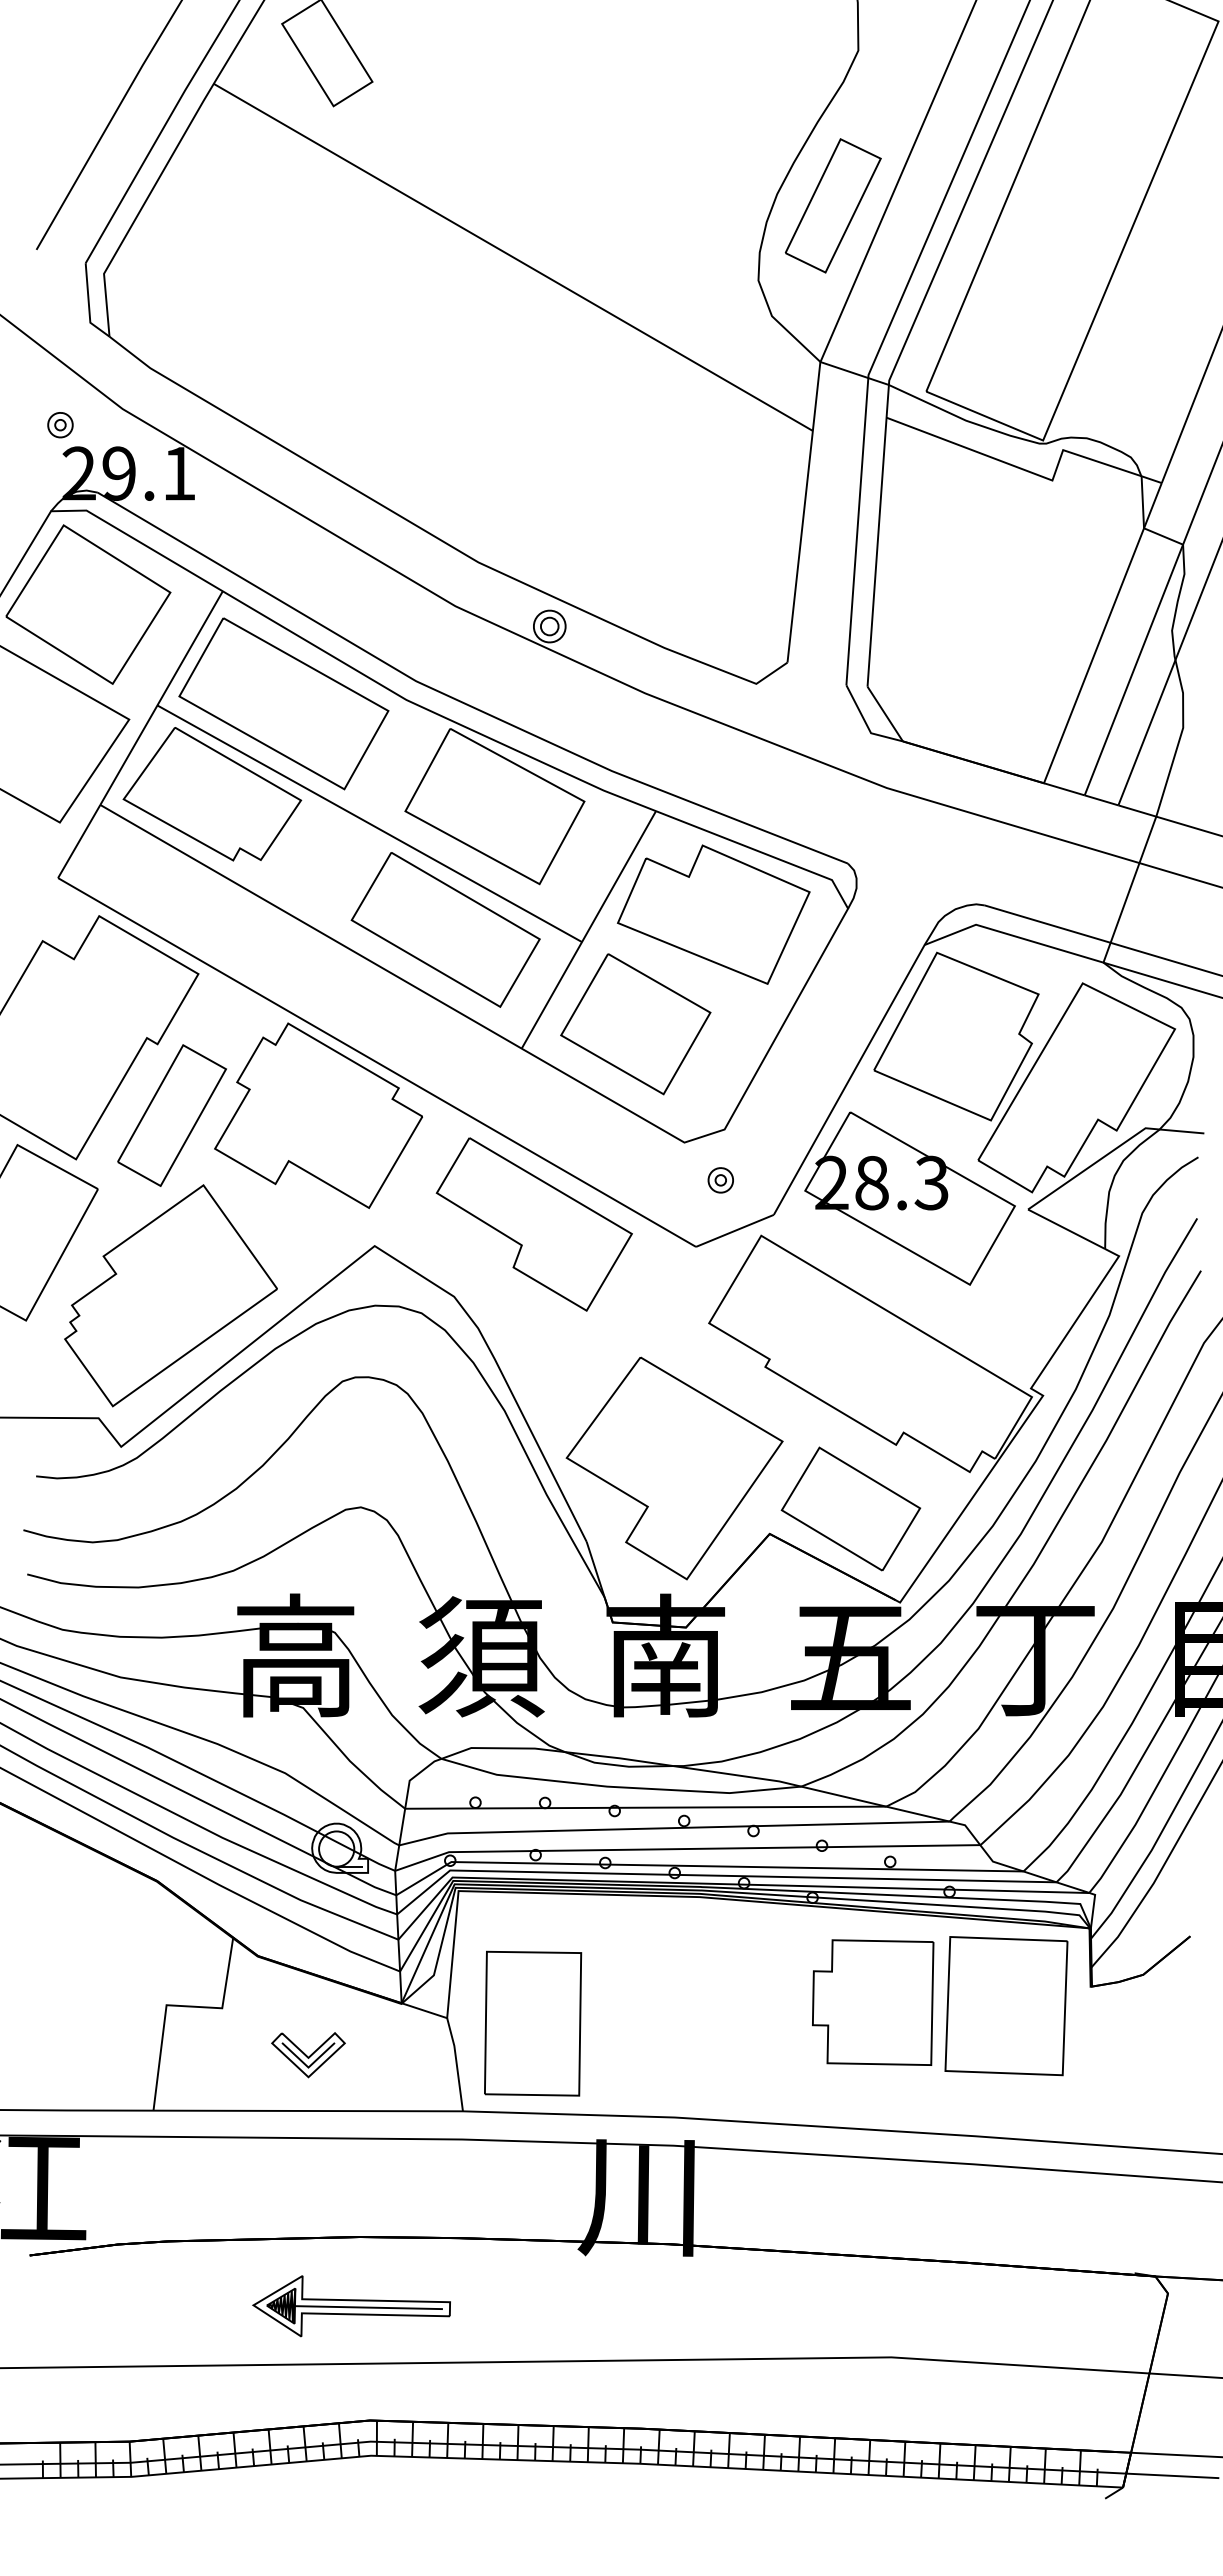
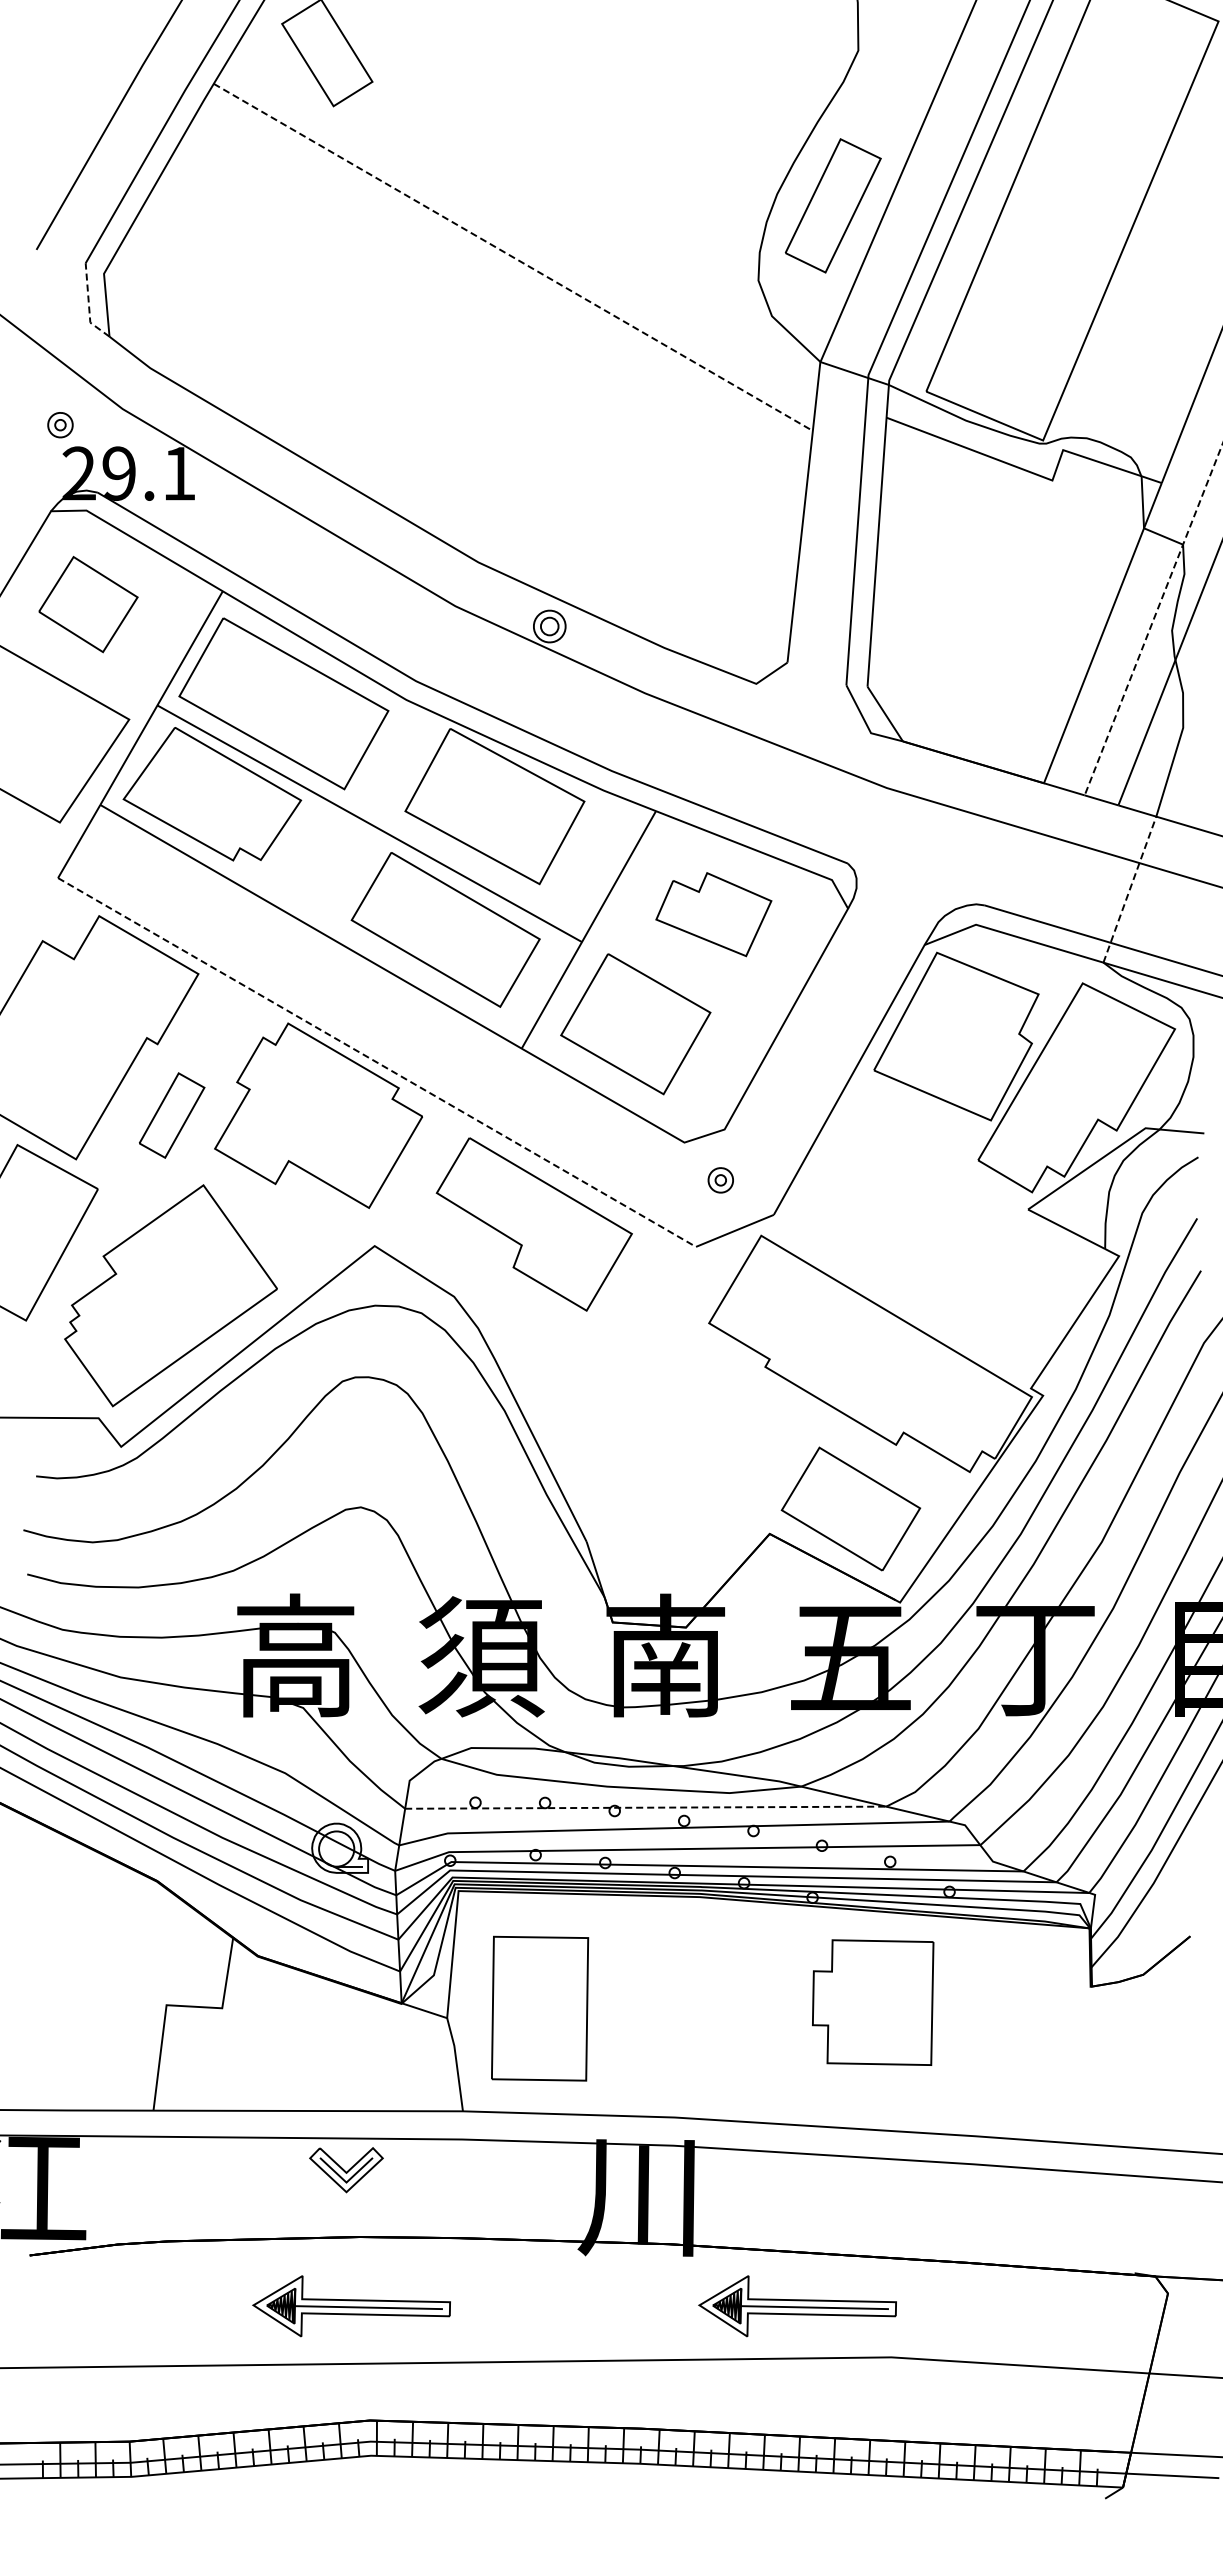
line at (513, 257): solid -> dashed
line at (88, 304): solid -> dashed
part at (88, 604) size: 167x161 px -> 101x98 px
line at (1153, 618): solid -> dashed
line at (1129, 889): solid -> dashed
part at (713, 914) size: 194x141 px -> 118x86 px
line at (377, 1062): solid -> dashed
part at (171, 1115) size: 110x143 px -> 67x87 px
part at (909, 1198): present -> none
part at (674, 1468): present -> none
line at (645, 1807): solid -> dashed
part at (1006, 2006): present -> none
part at (533, 2023) position: (533, 2023) -> (540, 2008)
part at (308, 2055) position: (308, 2055) -> (346, 2170)
part at (797, 2306): none -> present
